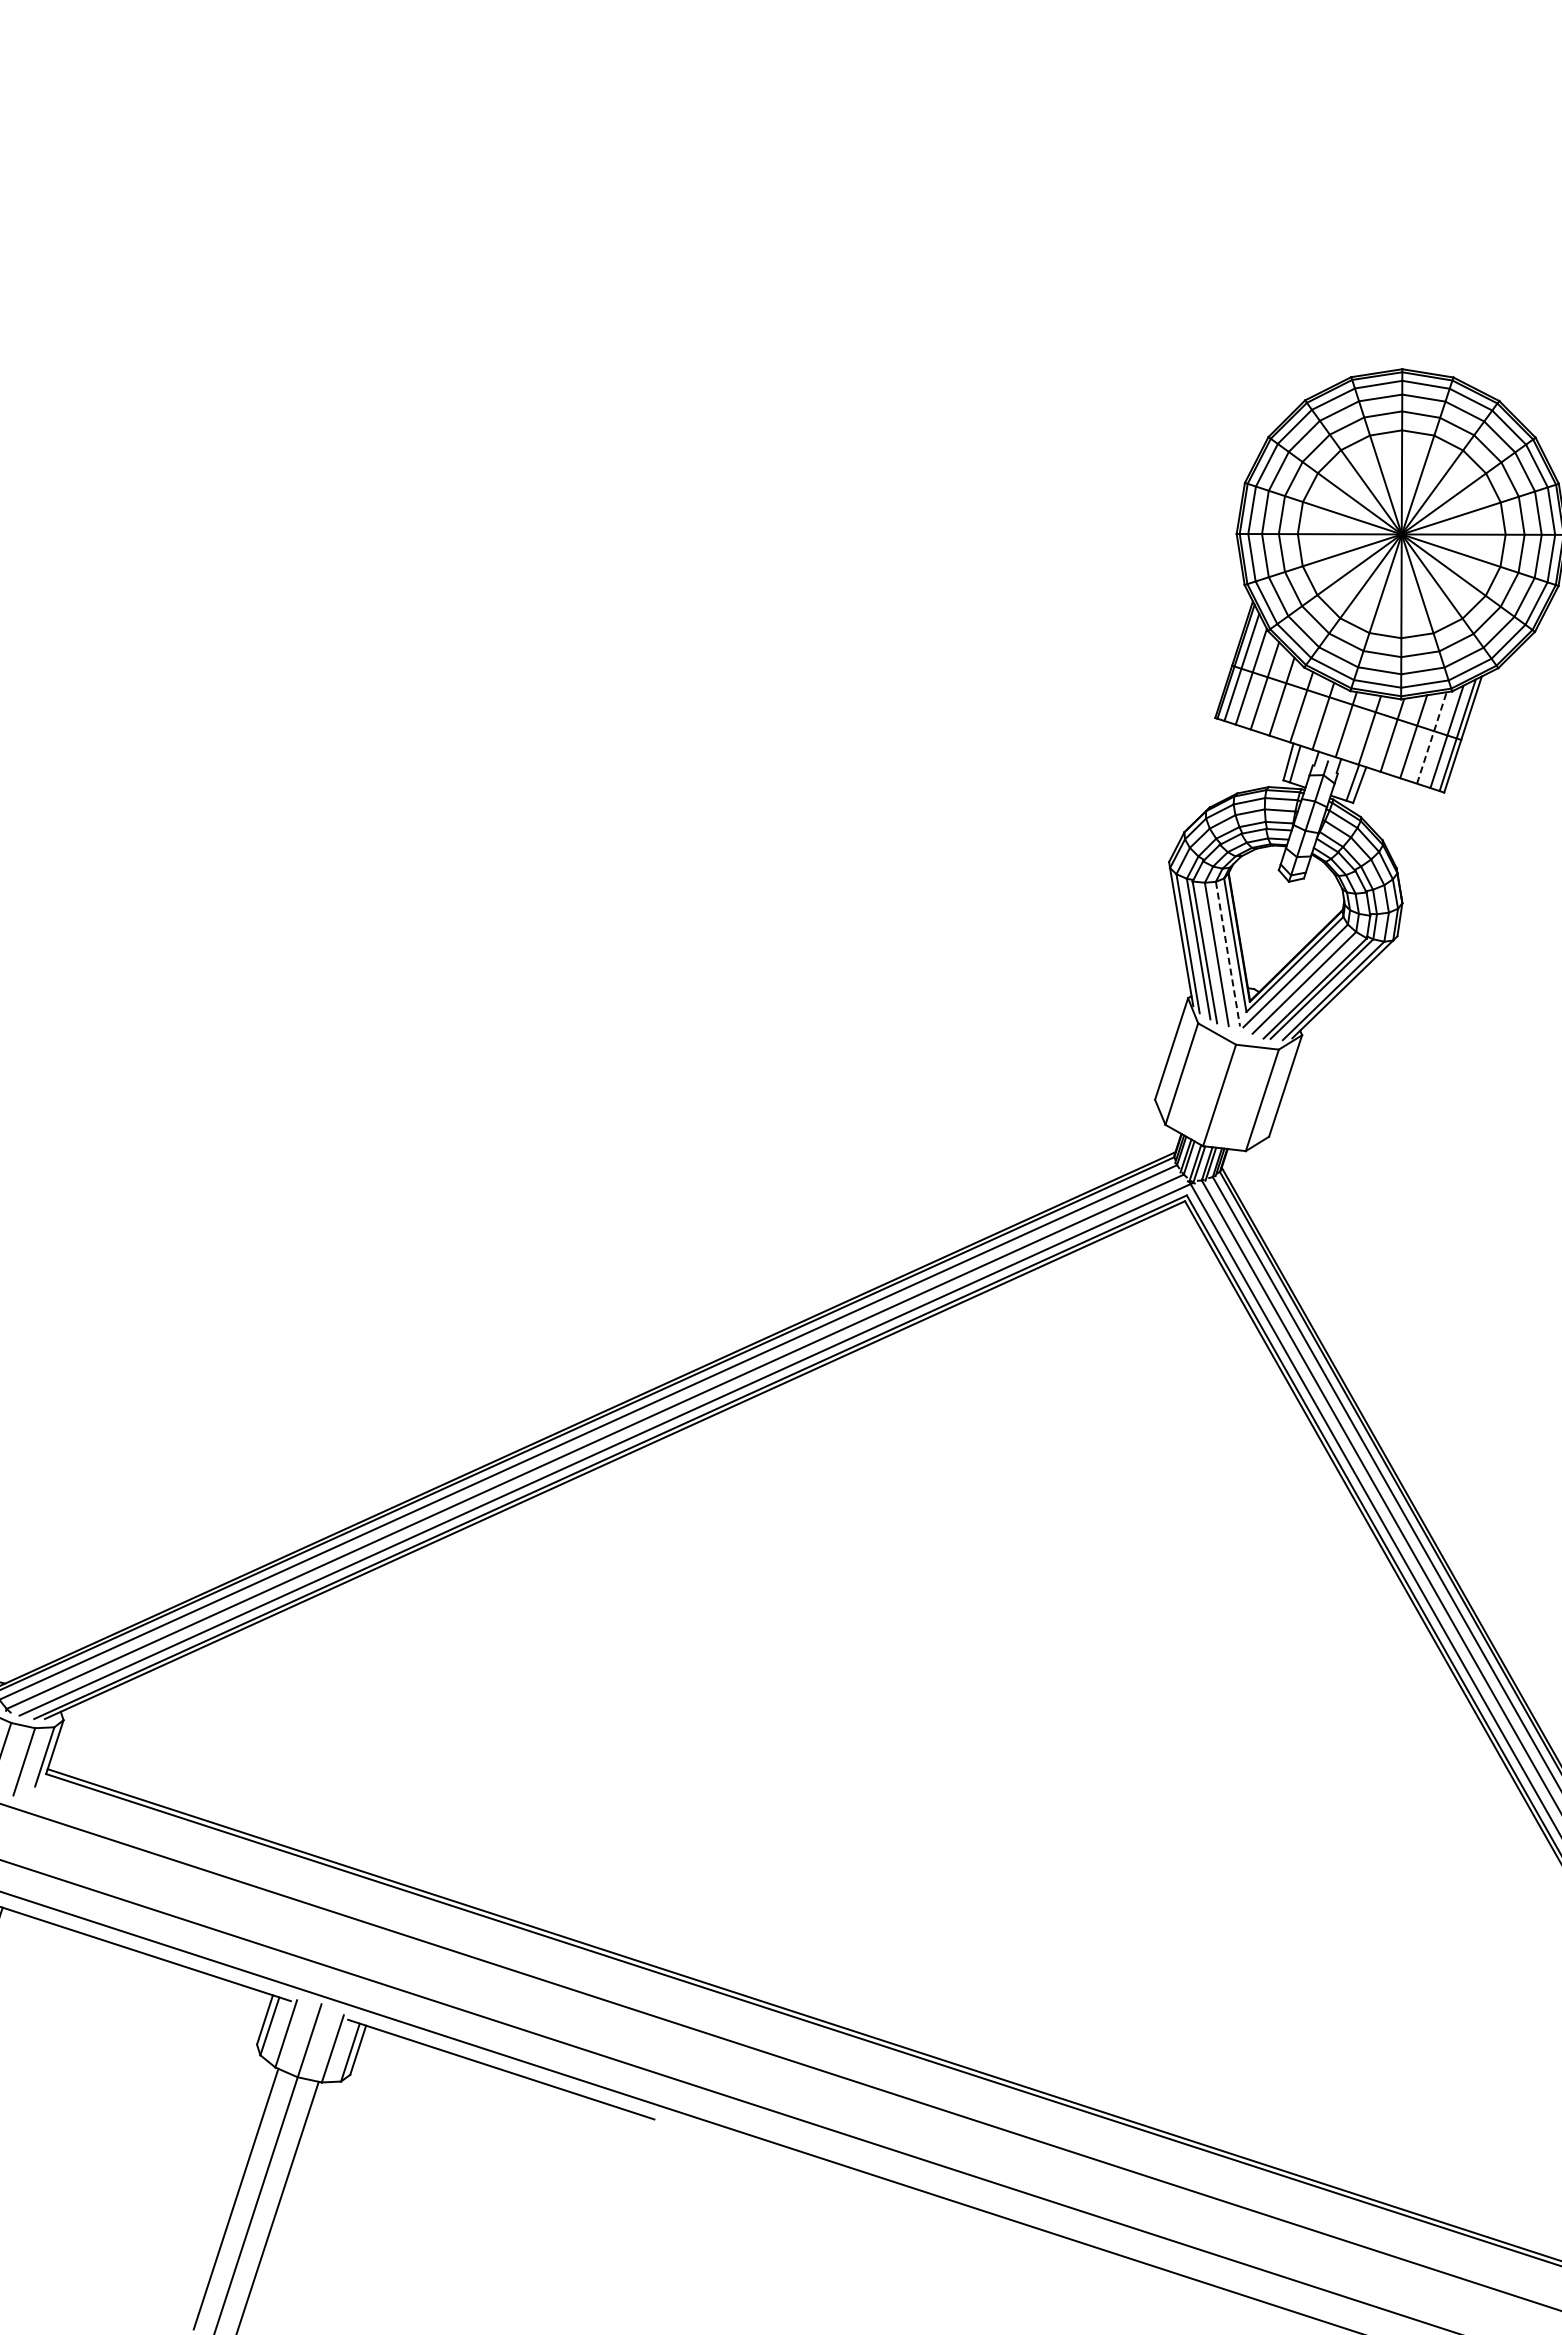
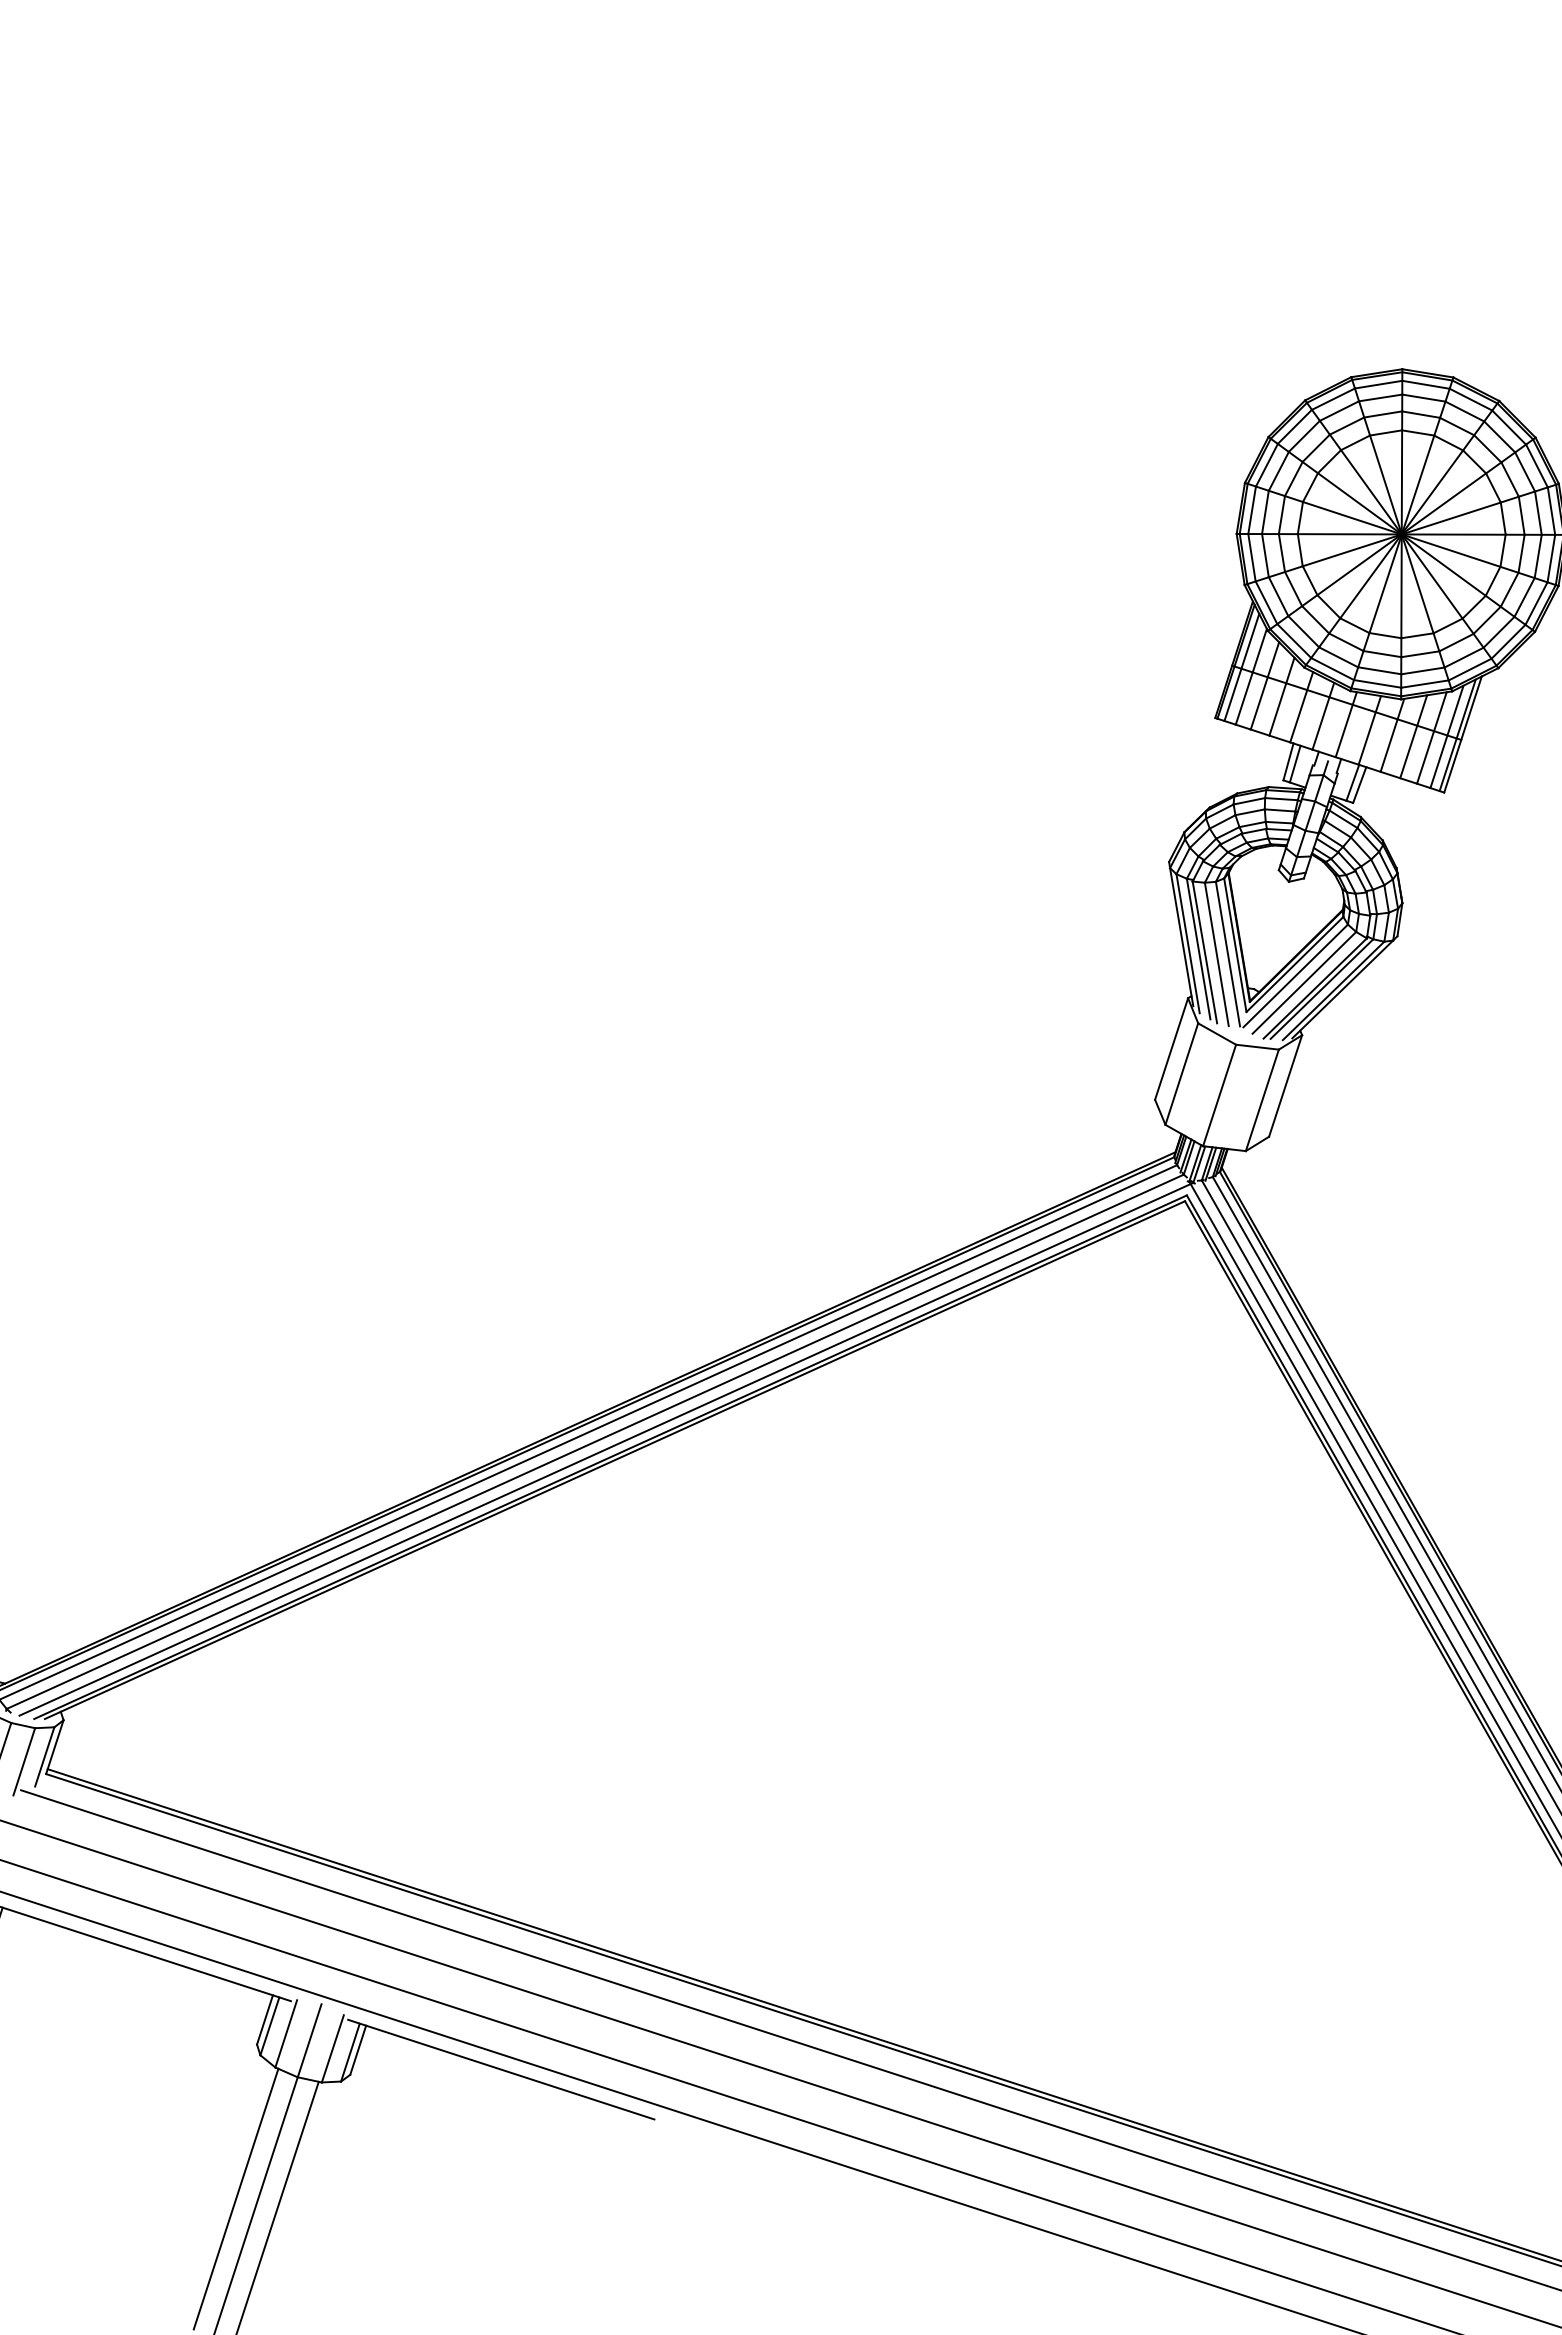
line at (1432, 737): dashed -> solid
line at (1228, 954): dashed -> solid
line at (789, 2039): none -> present
line at (780, 2056) position: (780, 2056) -> (780, 2073)
